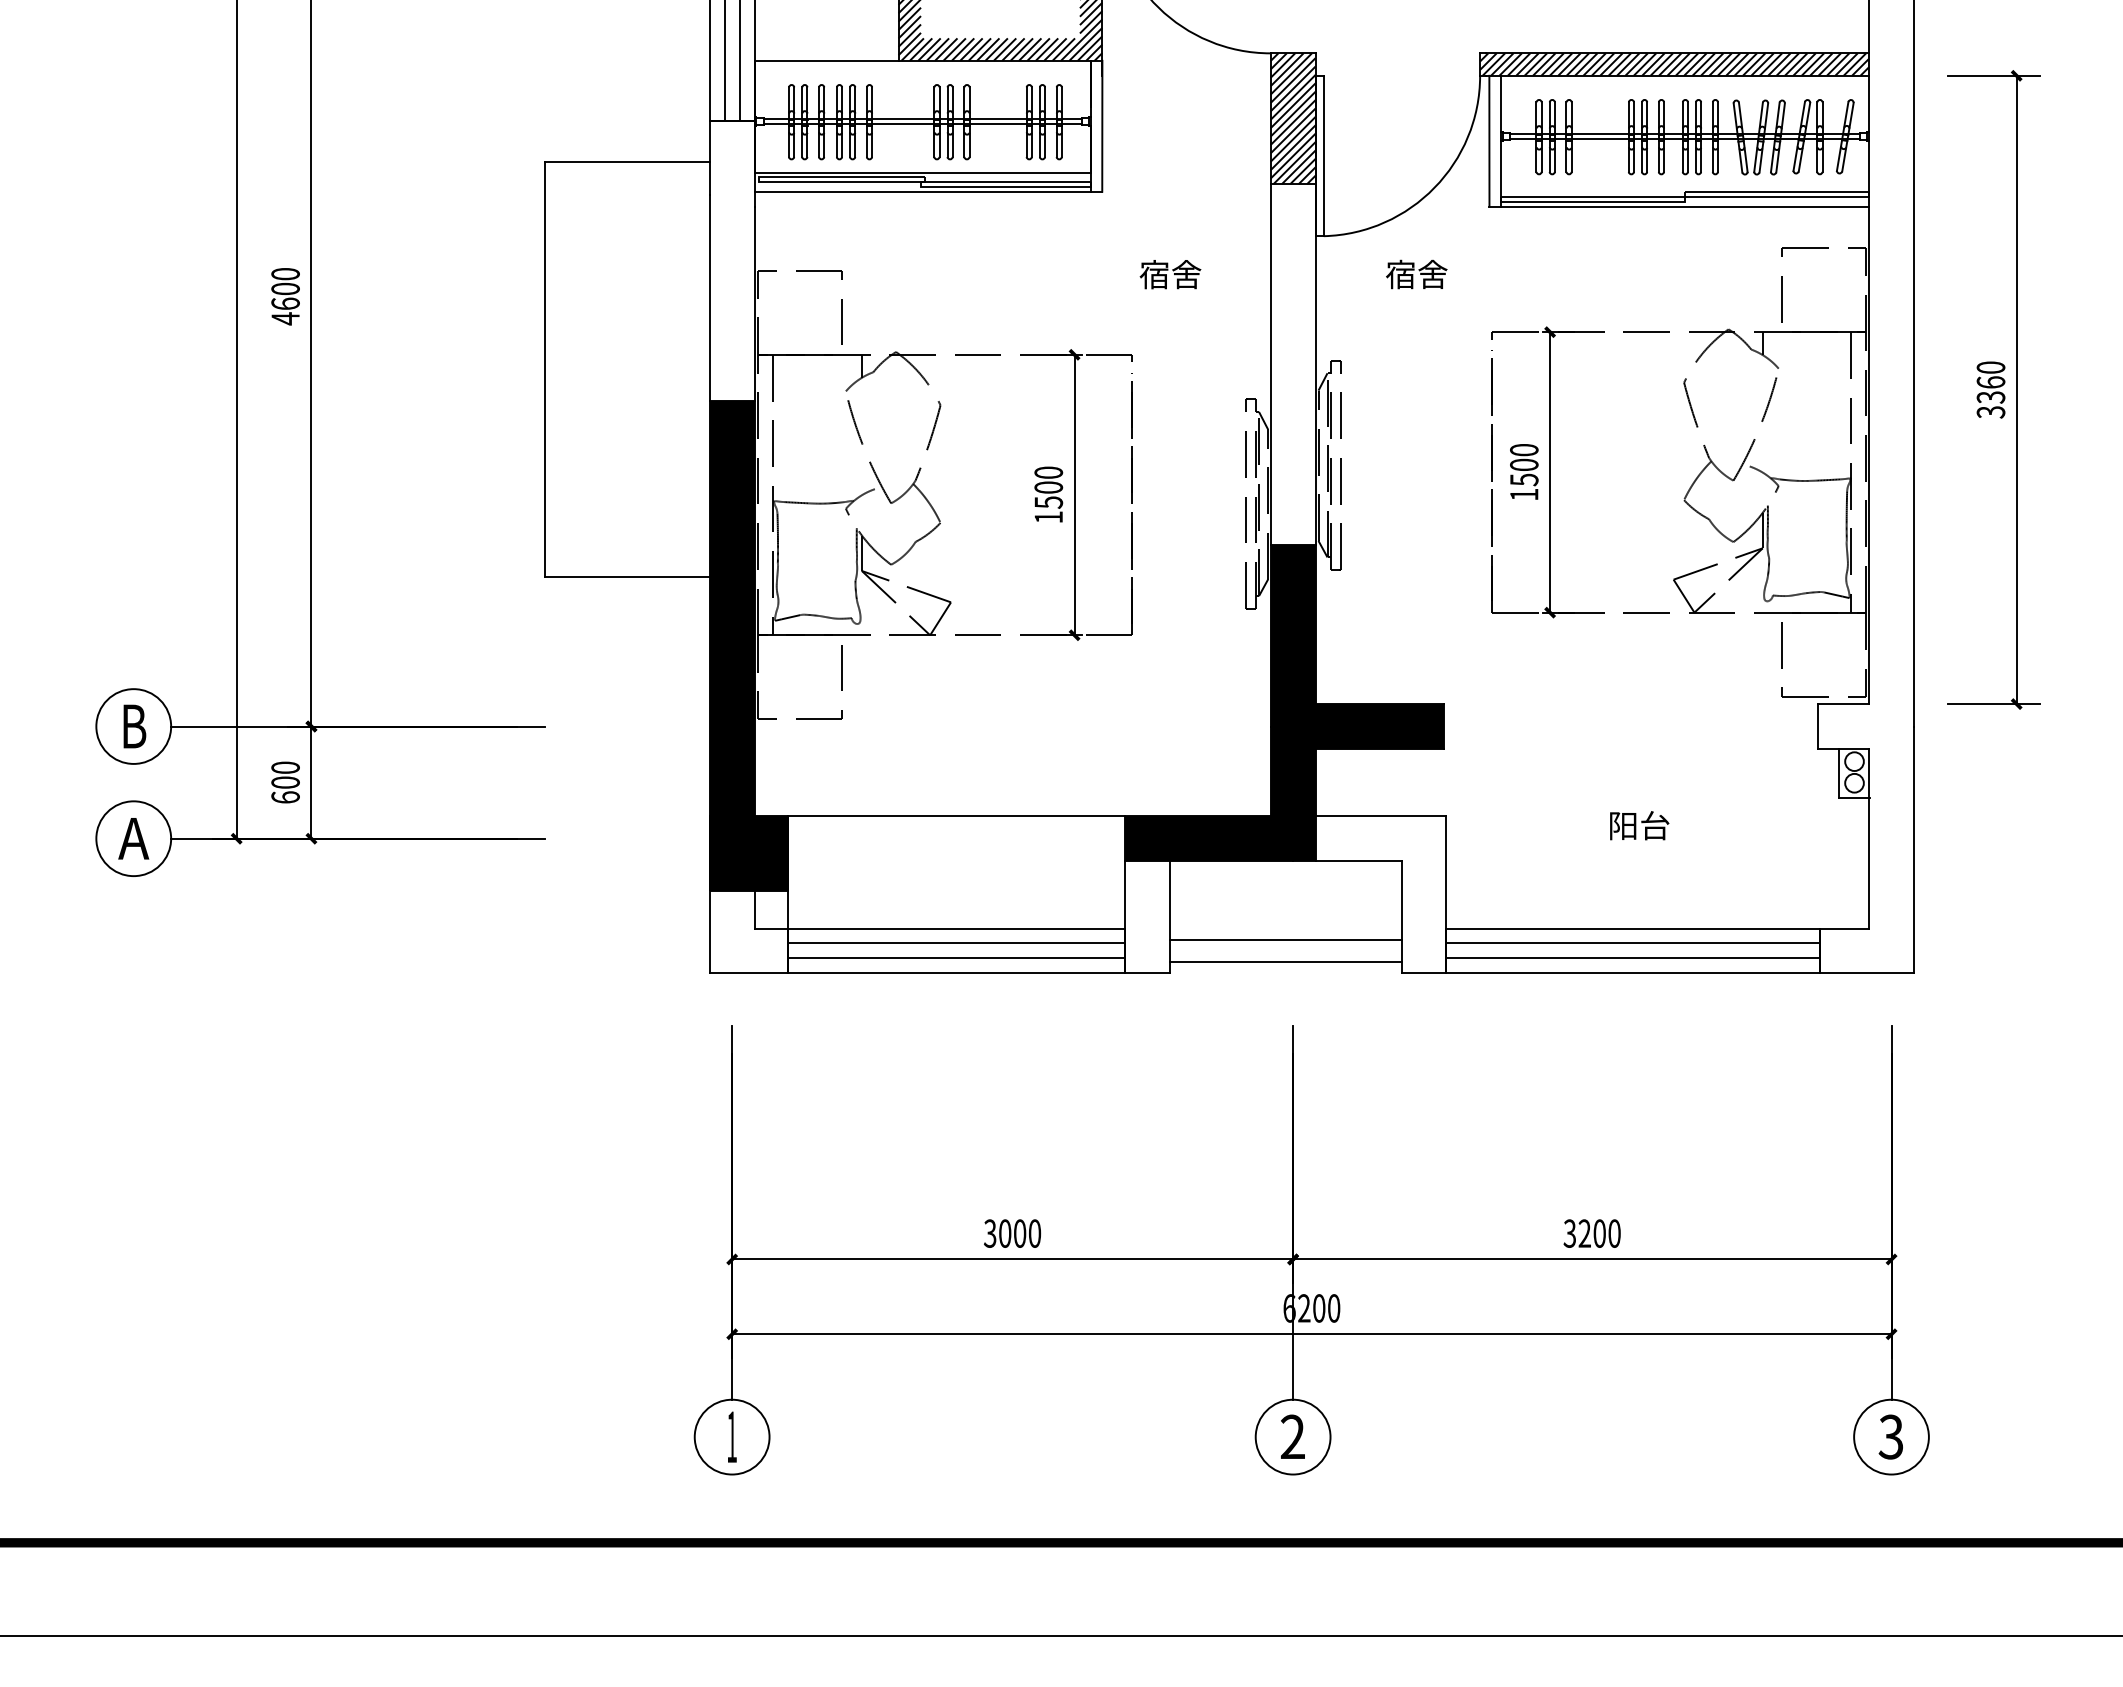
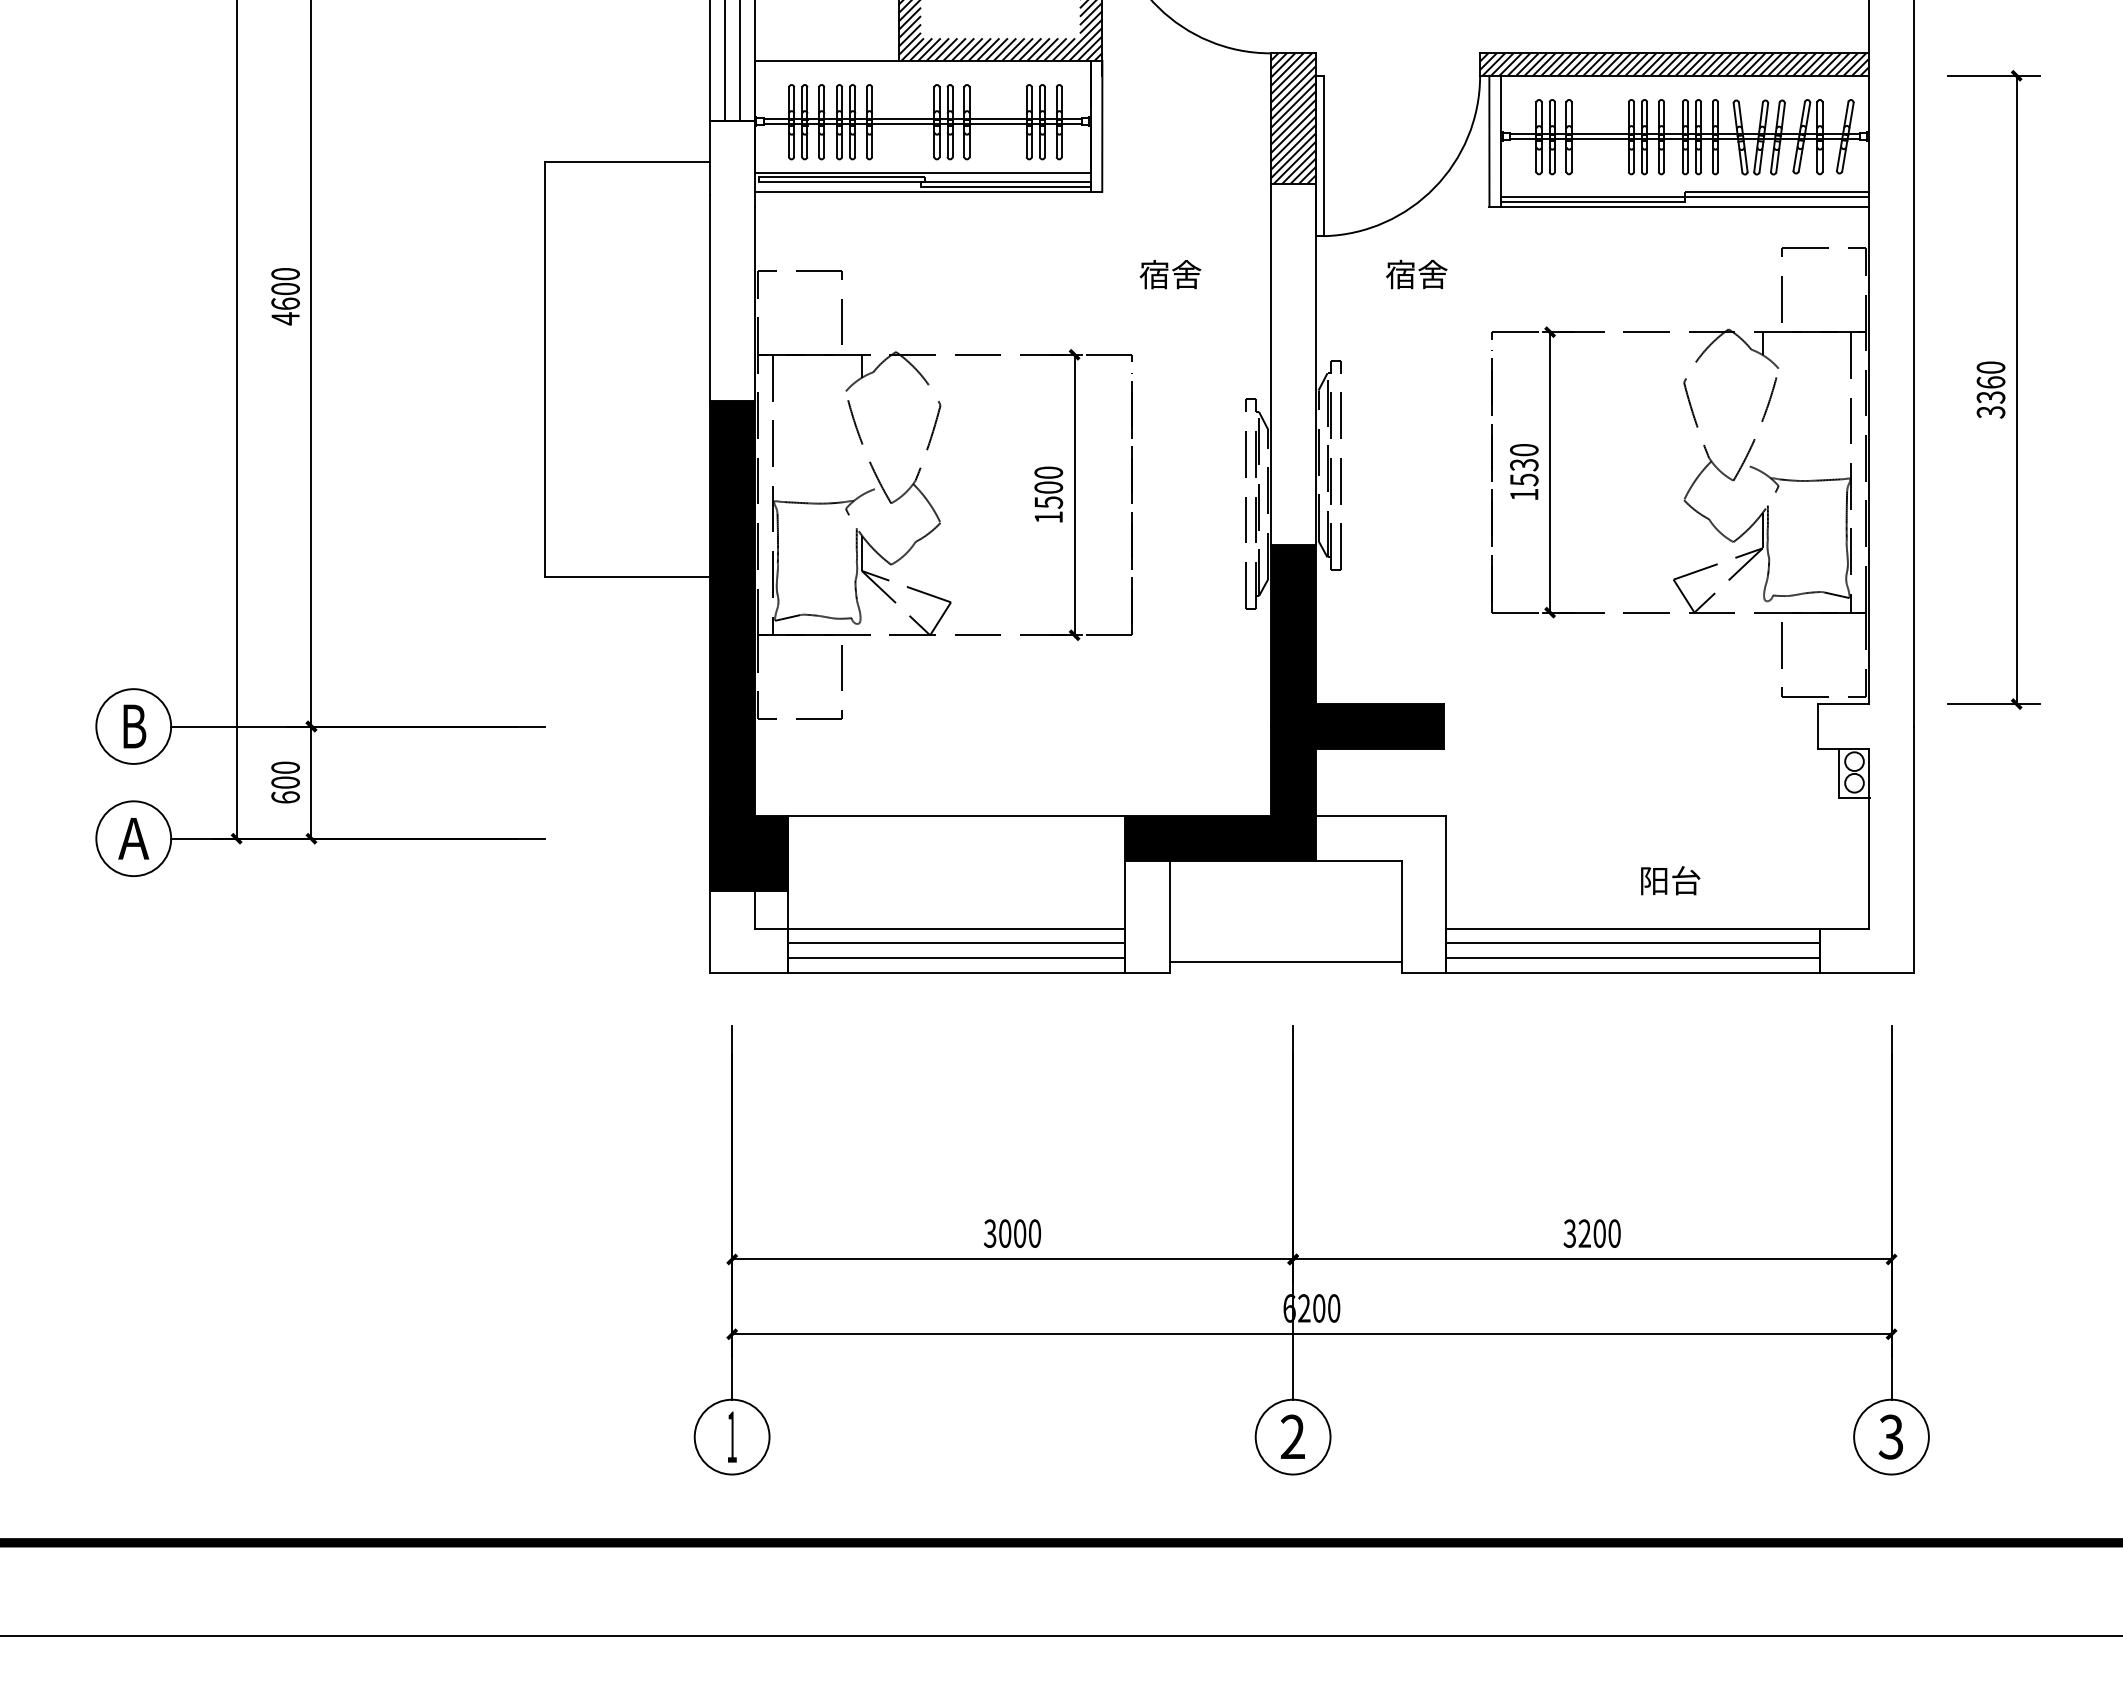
text at (1524, 464): 1500 -> 1530
text at (1639, 825) position: (1639, 825) -> (1670, 880)
line at (1285, 939): present -> none
